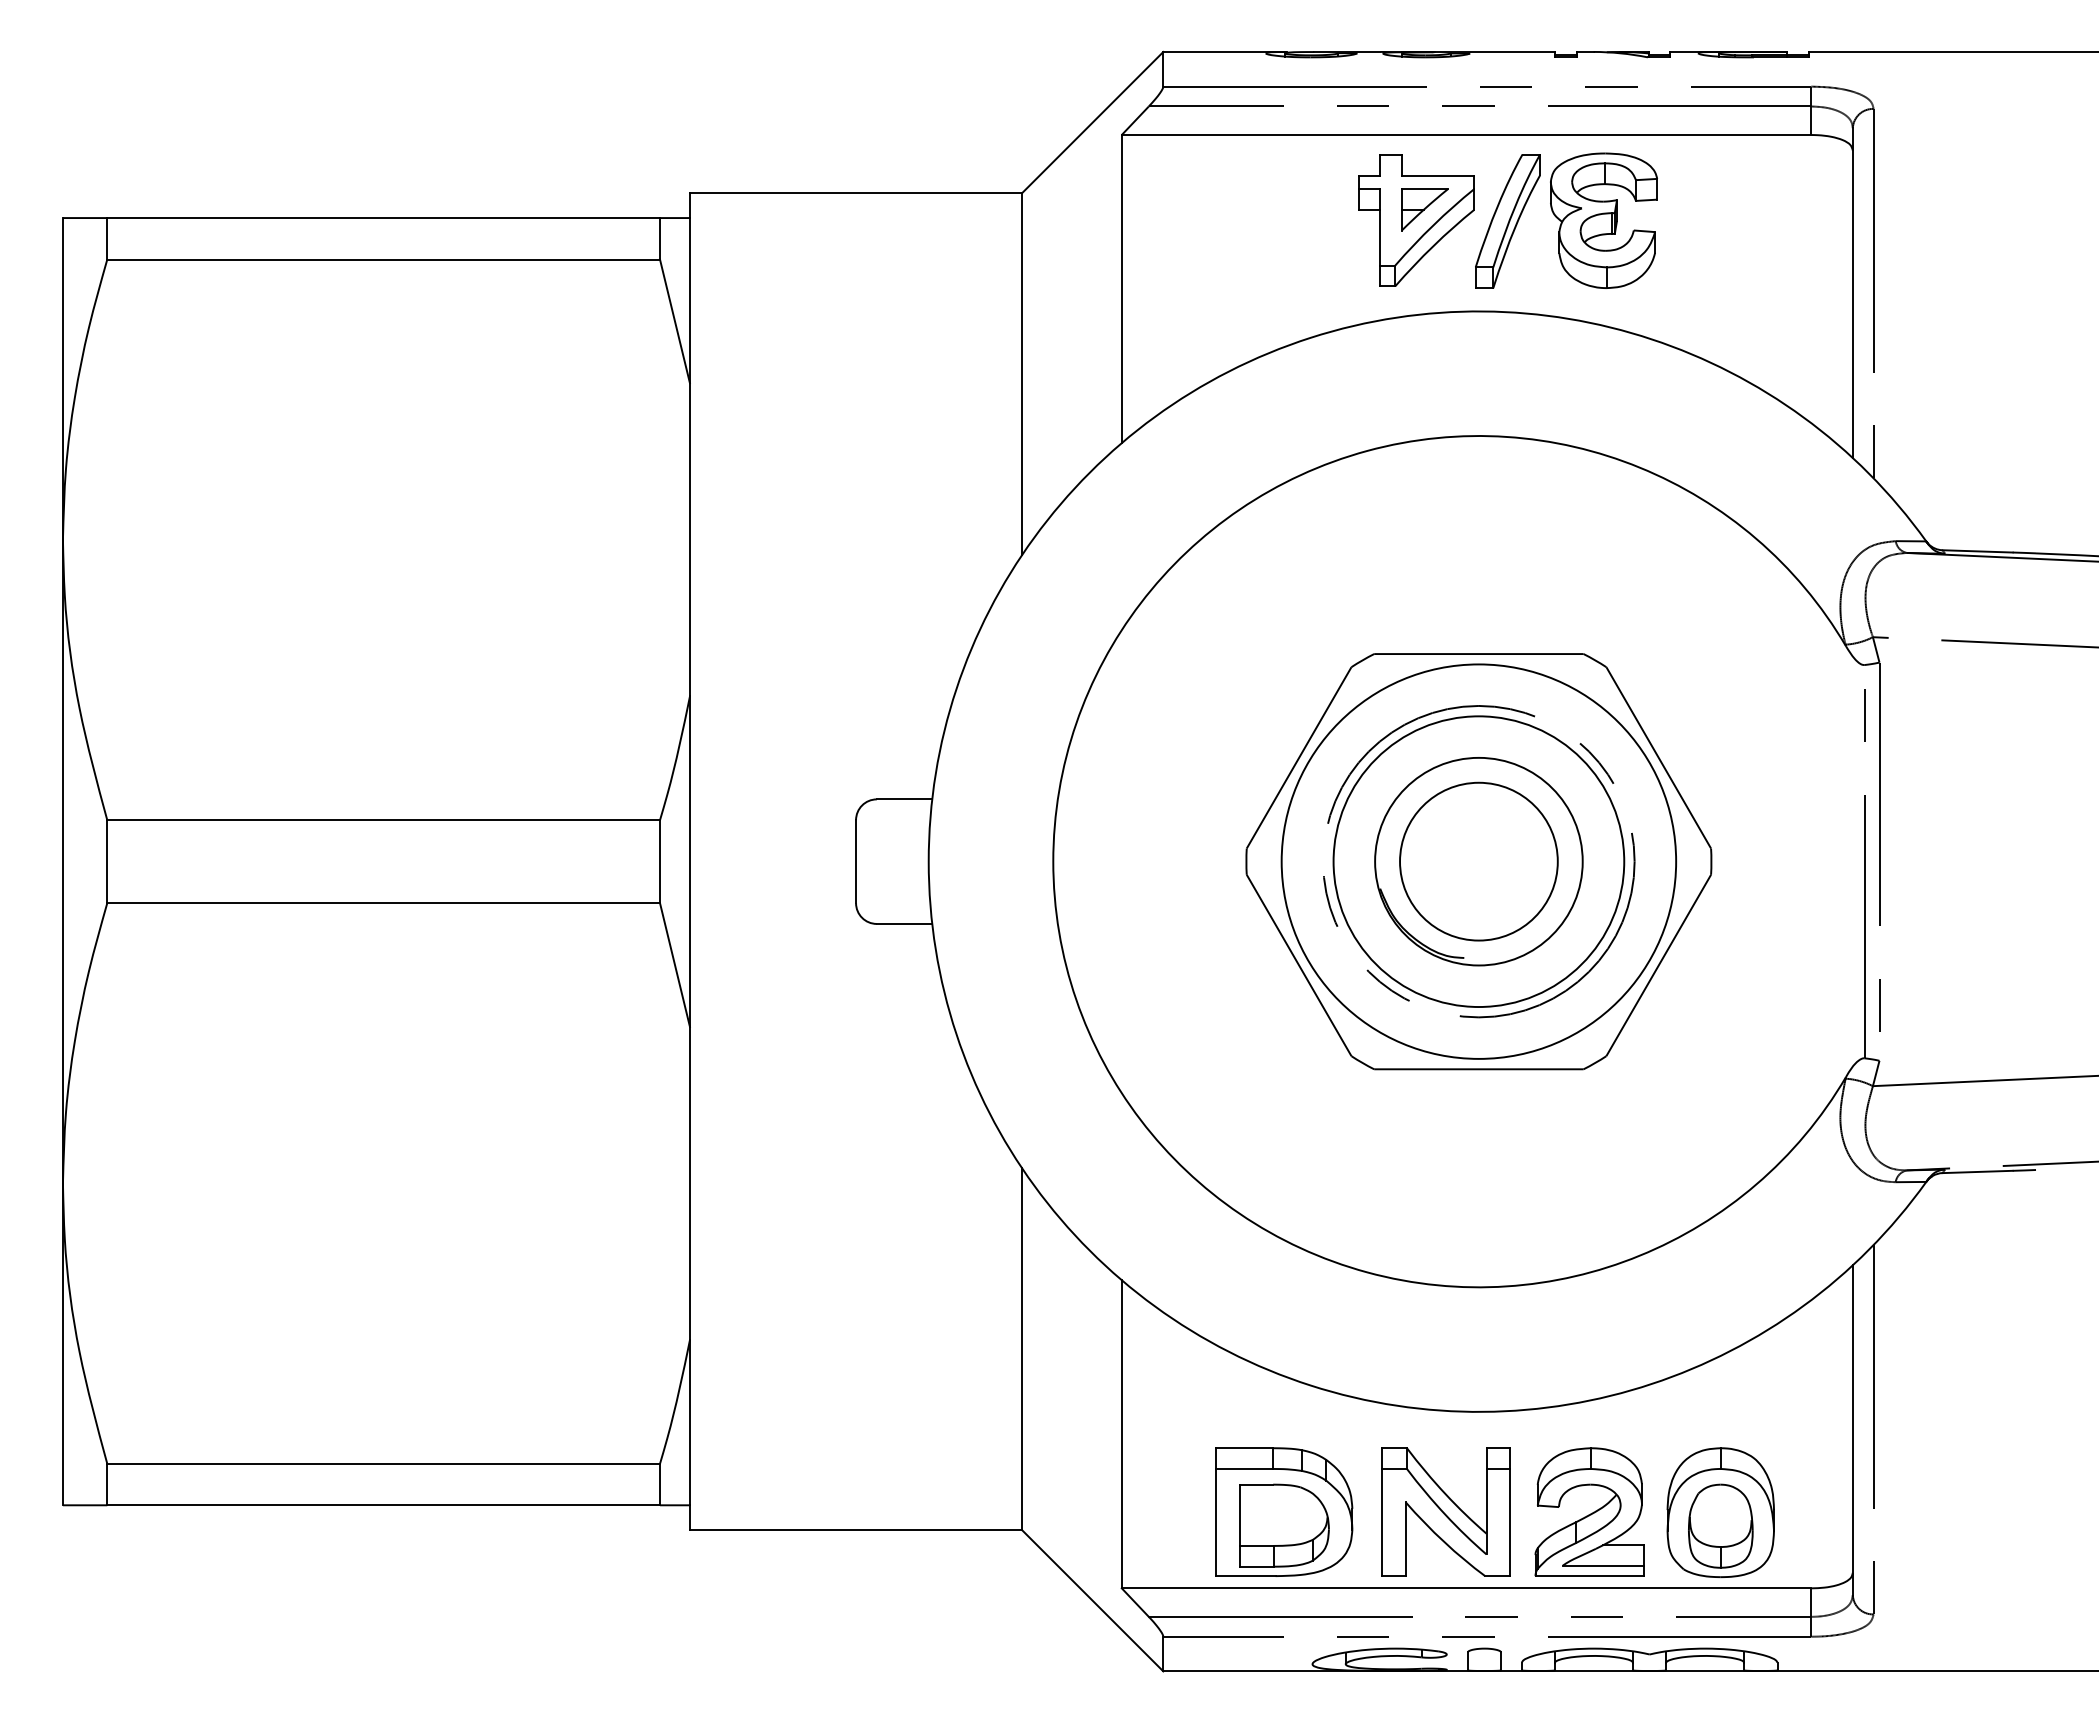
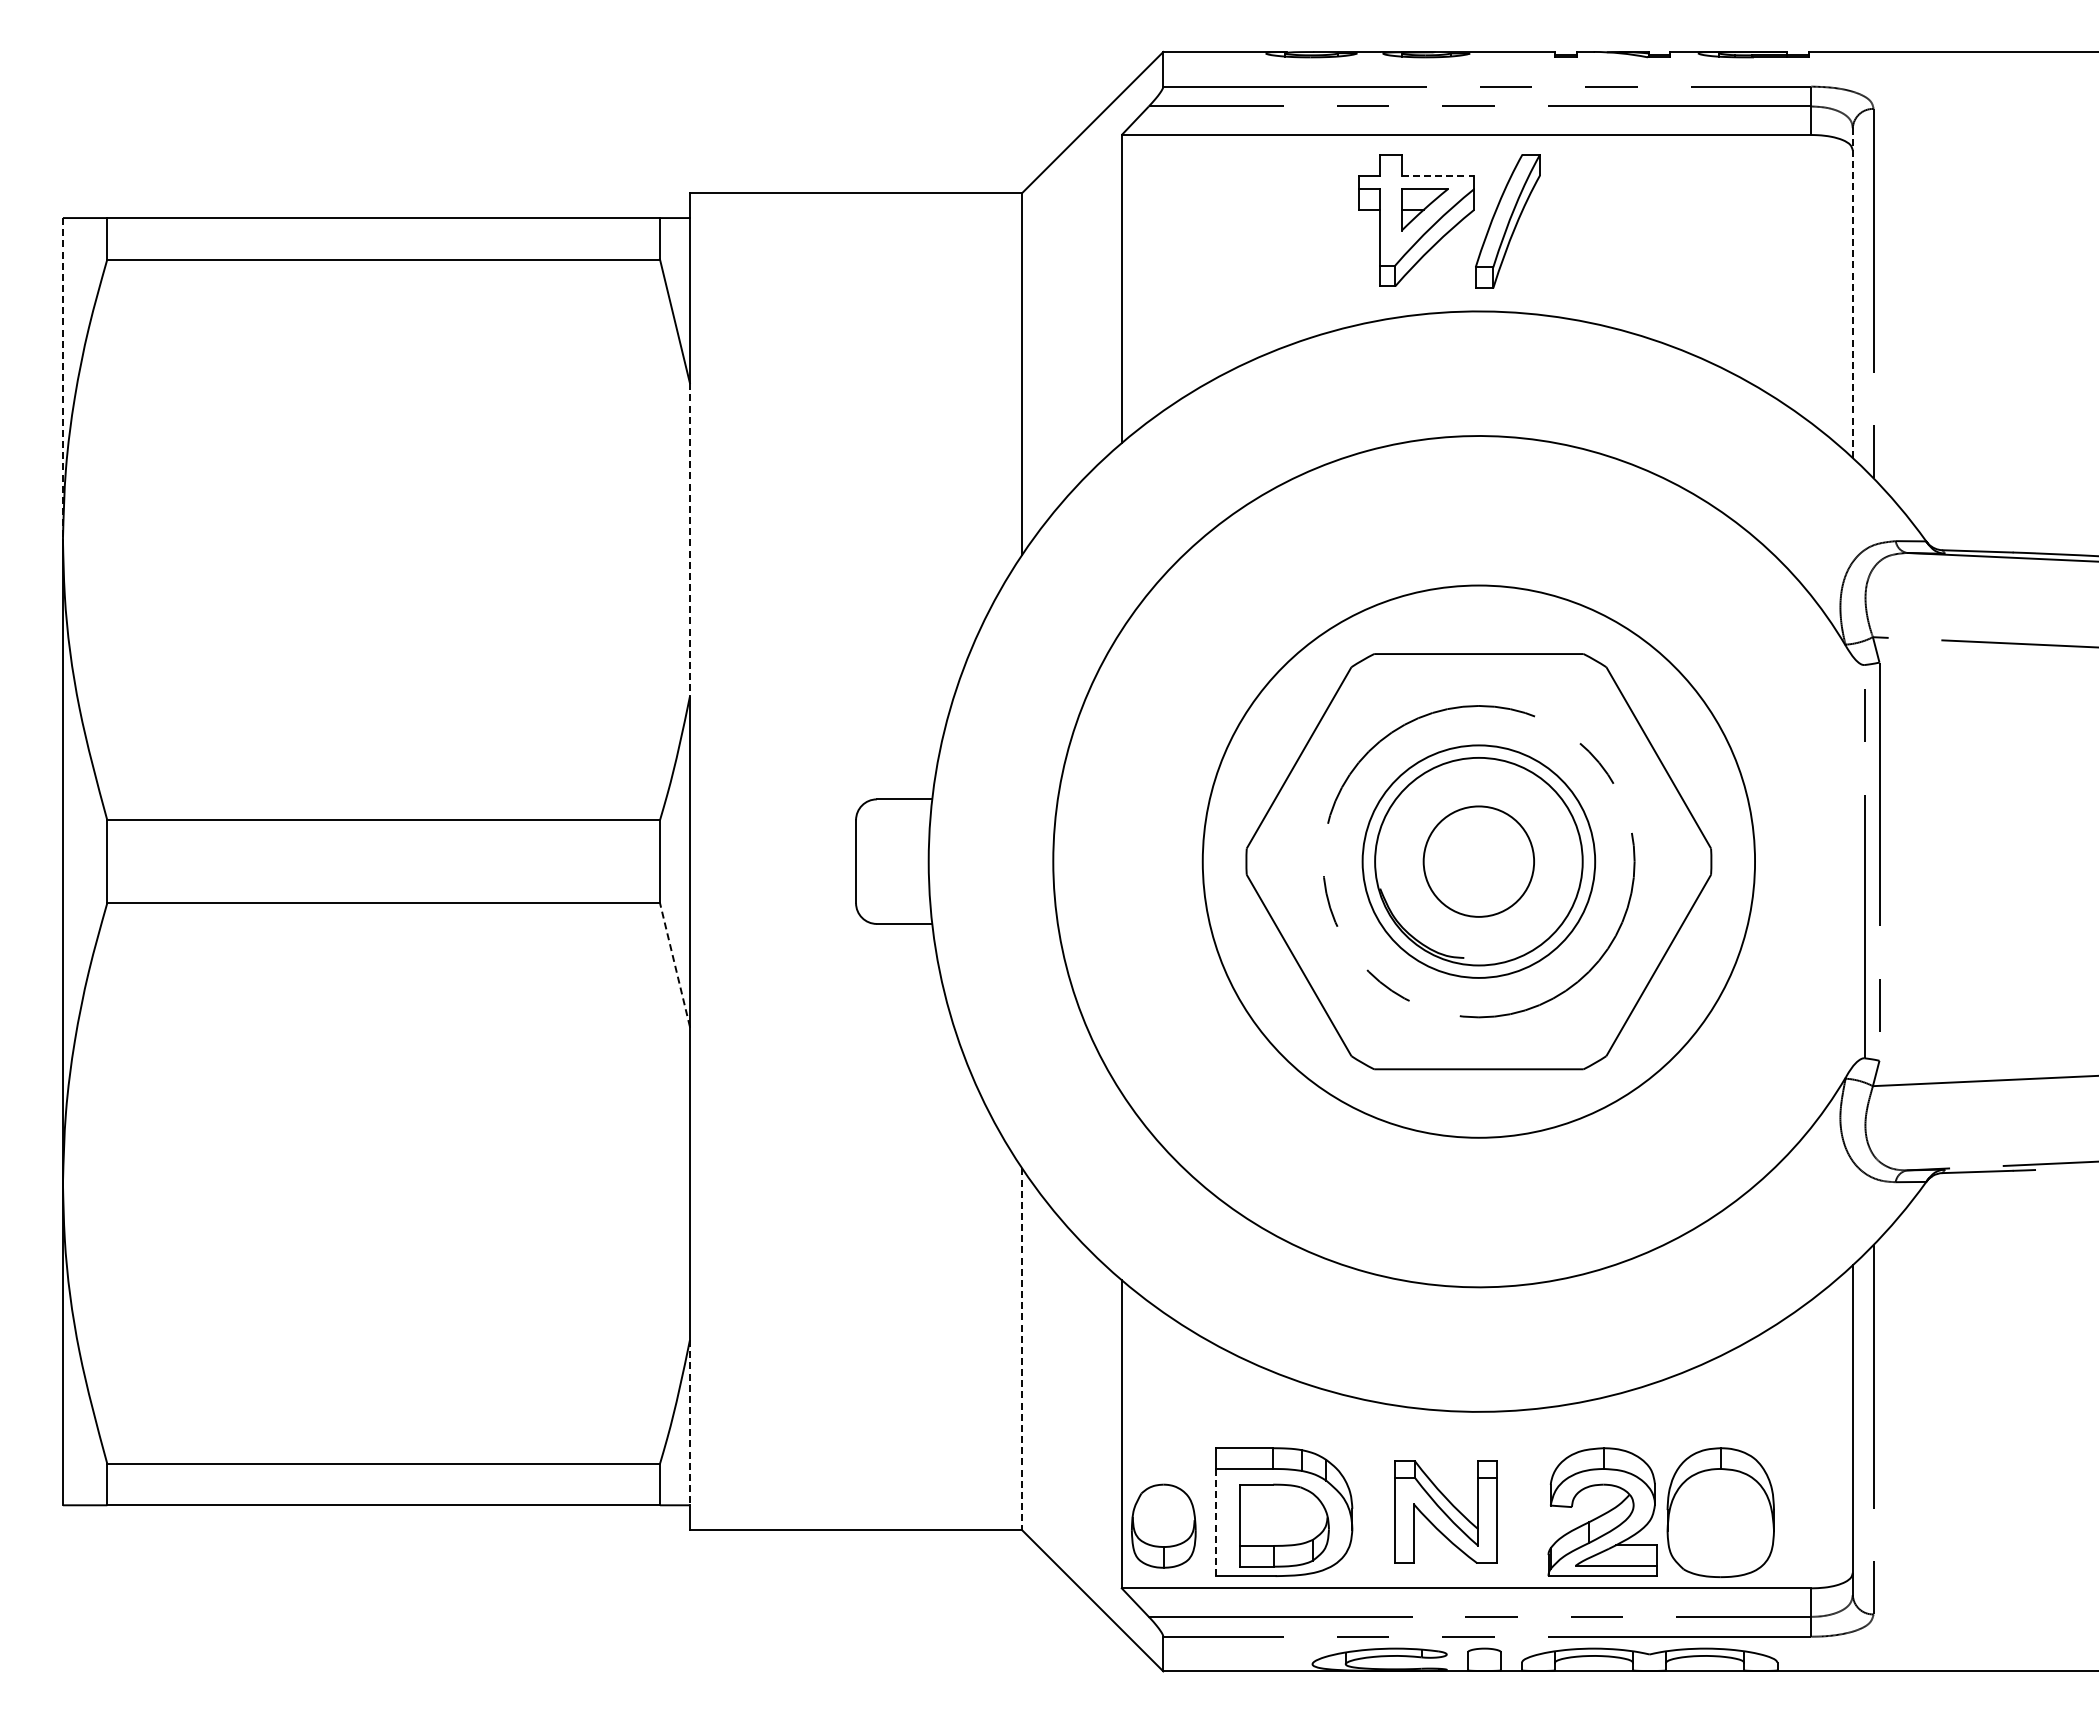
line at (1438, 176): solid -> dashed
part at (1603, 220): present -> none
line at (1852, 293): solid -> dashed
line at (62, 378): solid -> dashed
line at (689, 539): solid -> dashed
circle at (1478, 861) diameter: 158 px -> 110 px
circle at (1478, 861) diameter: 291 px -> 233 px
circle at (1478, 861) diameter: 394 px -> 552 px
line at (674, 965): solid -> dashed
line at (1022, 1349): solid -> dashed
line at (689, 1422): solid -> dashed
part at (1445, 1511) size: 130x130 px -> 104x104 px
part at (1589, 1511) position: (1589, 1511) -> (1602, 1511)
line at (1216, 1522): solid -> dashed
part at (1720, 1525) position: (1720, 1525) -> (1163, 1525)
